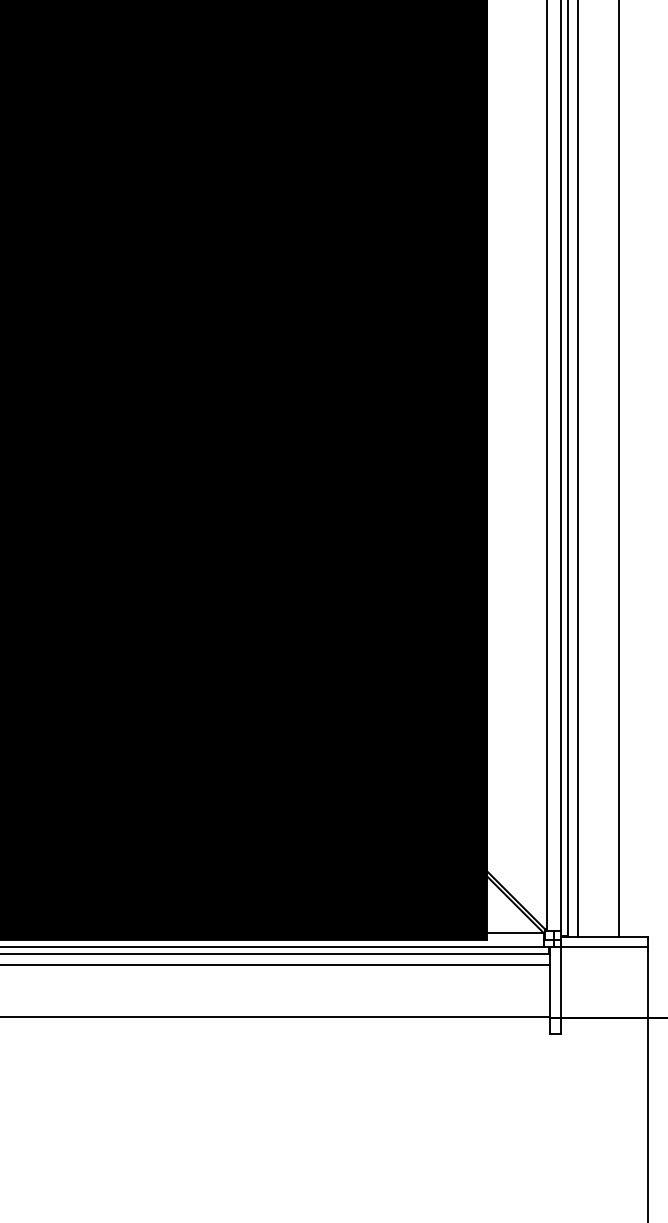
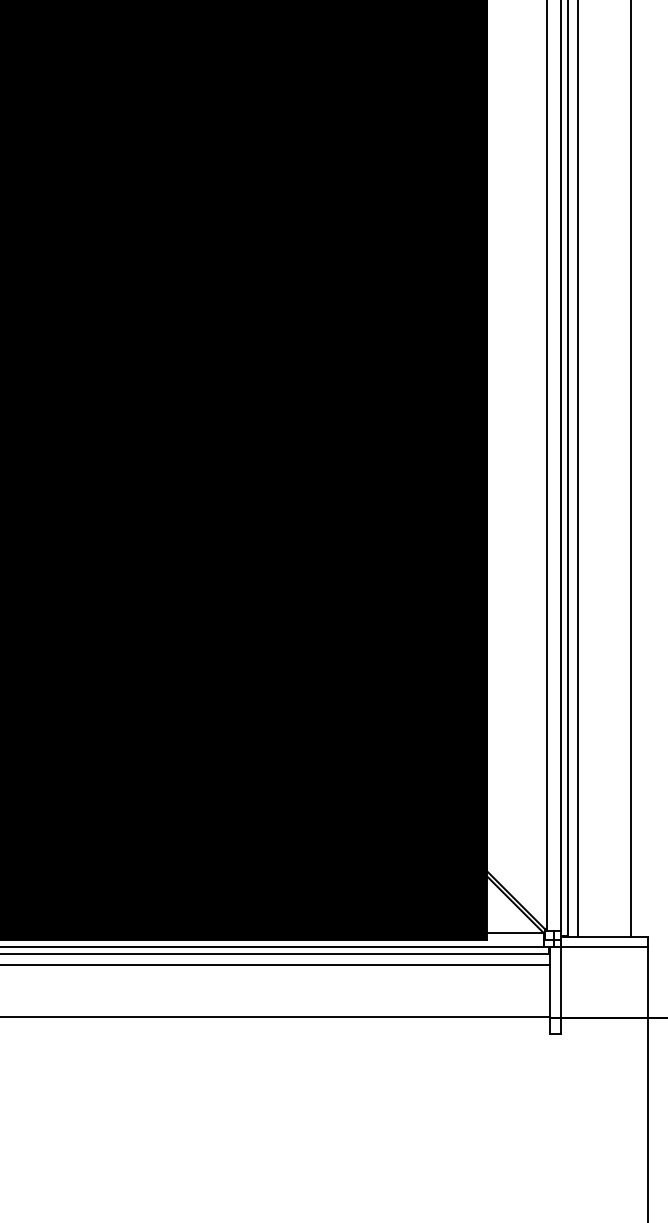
line at (618, 469) position: (618, 469) -> (630, 469)
